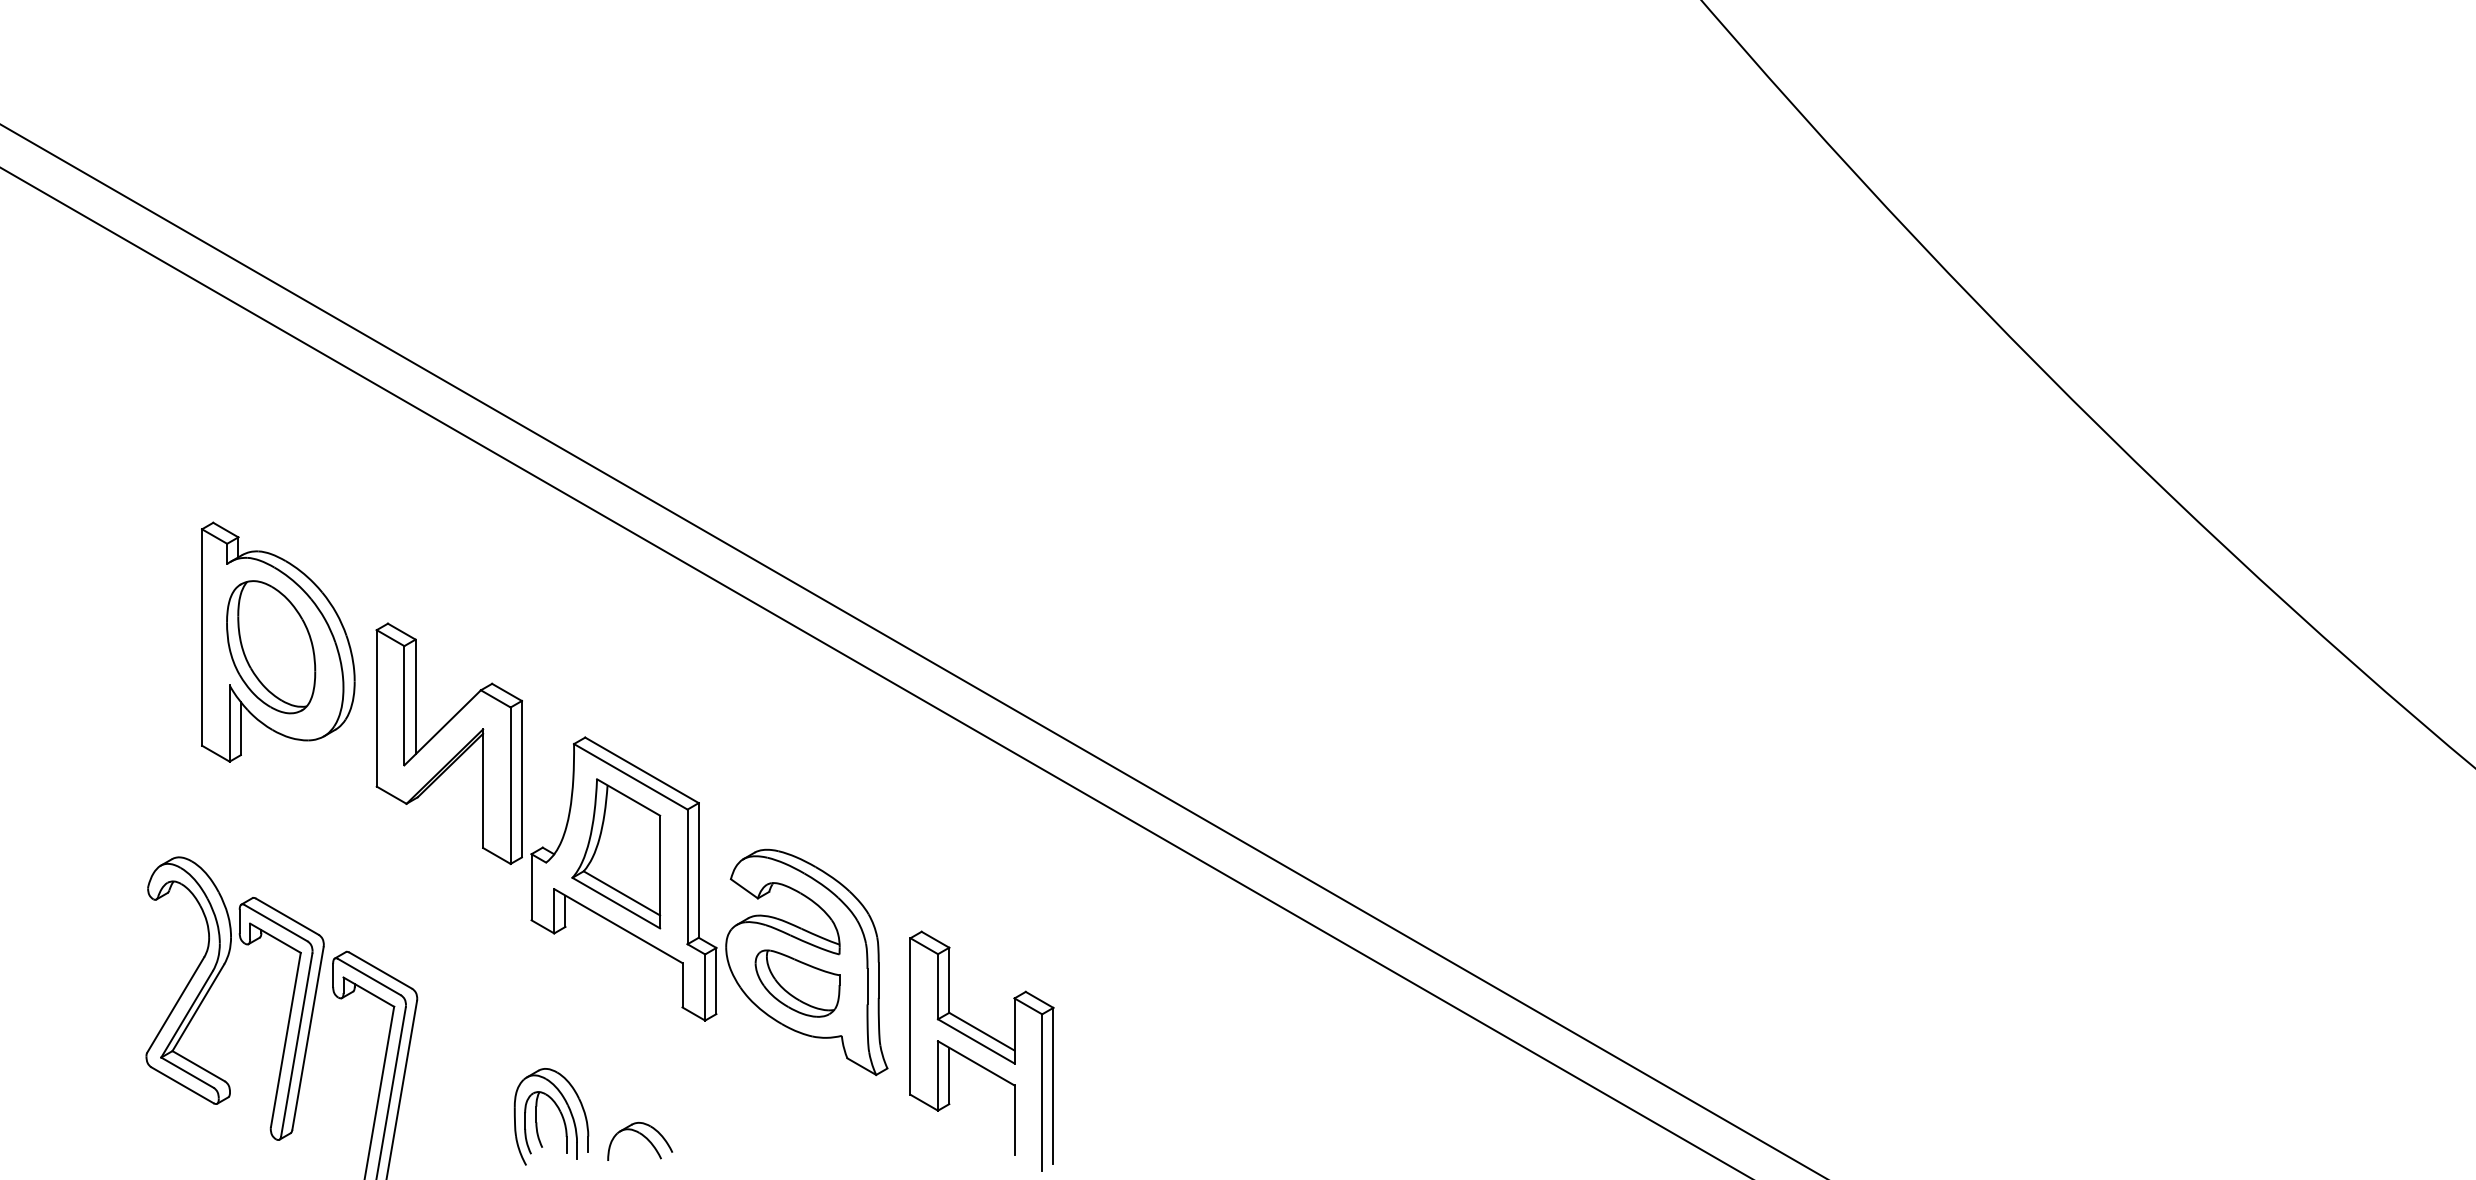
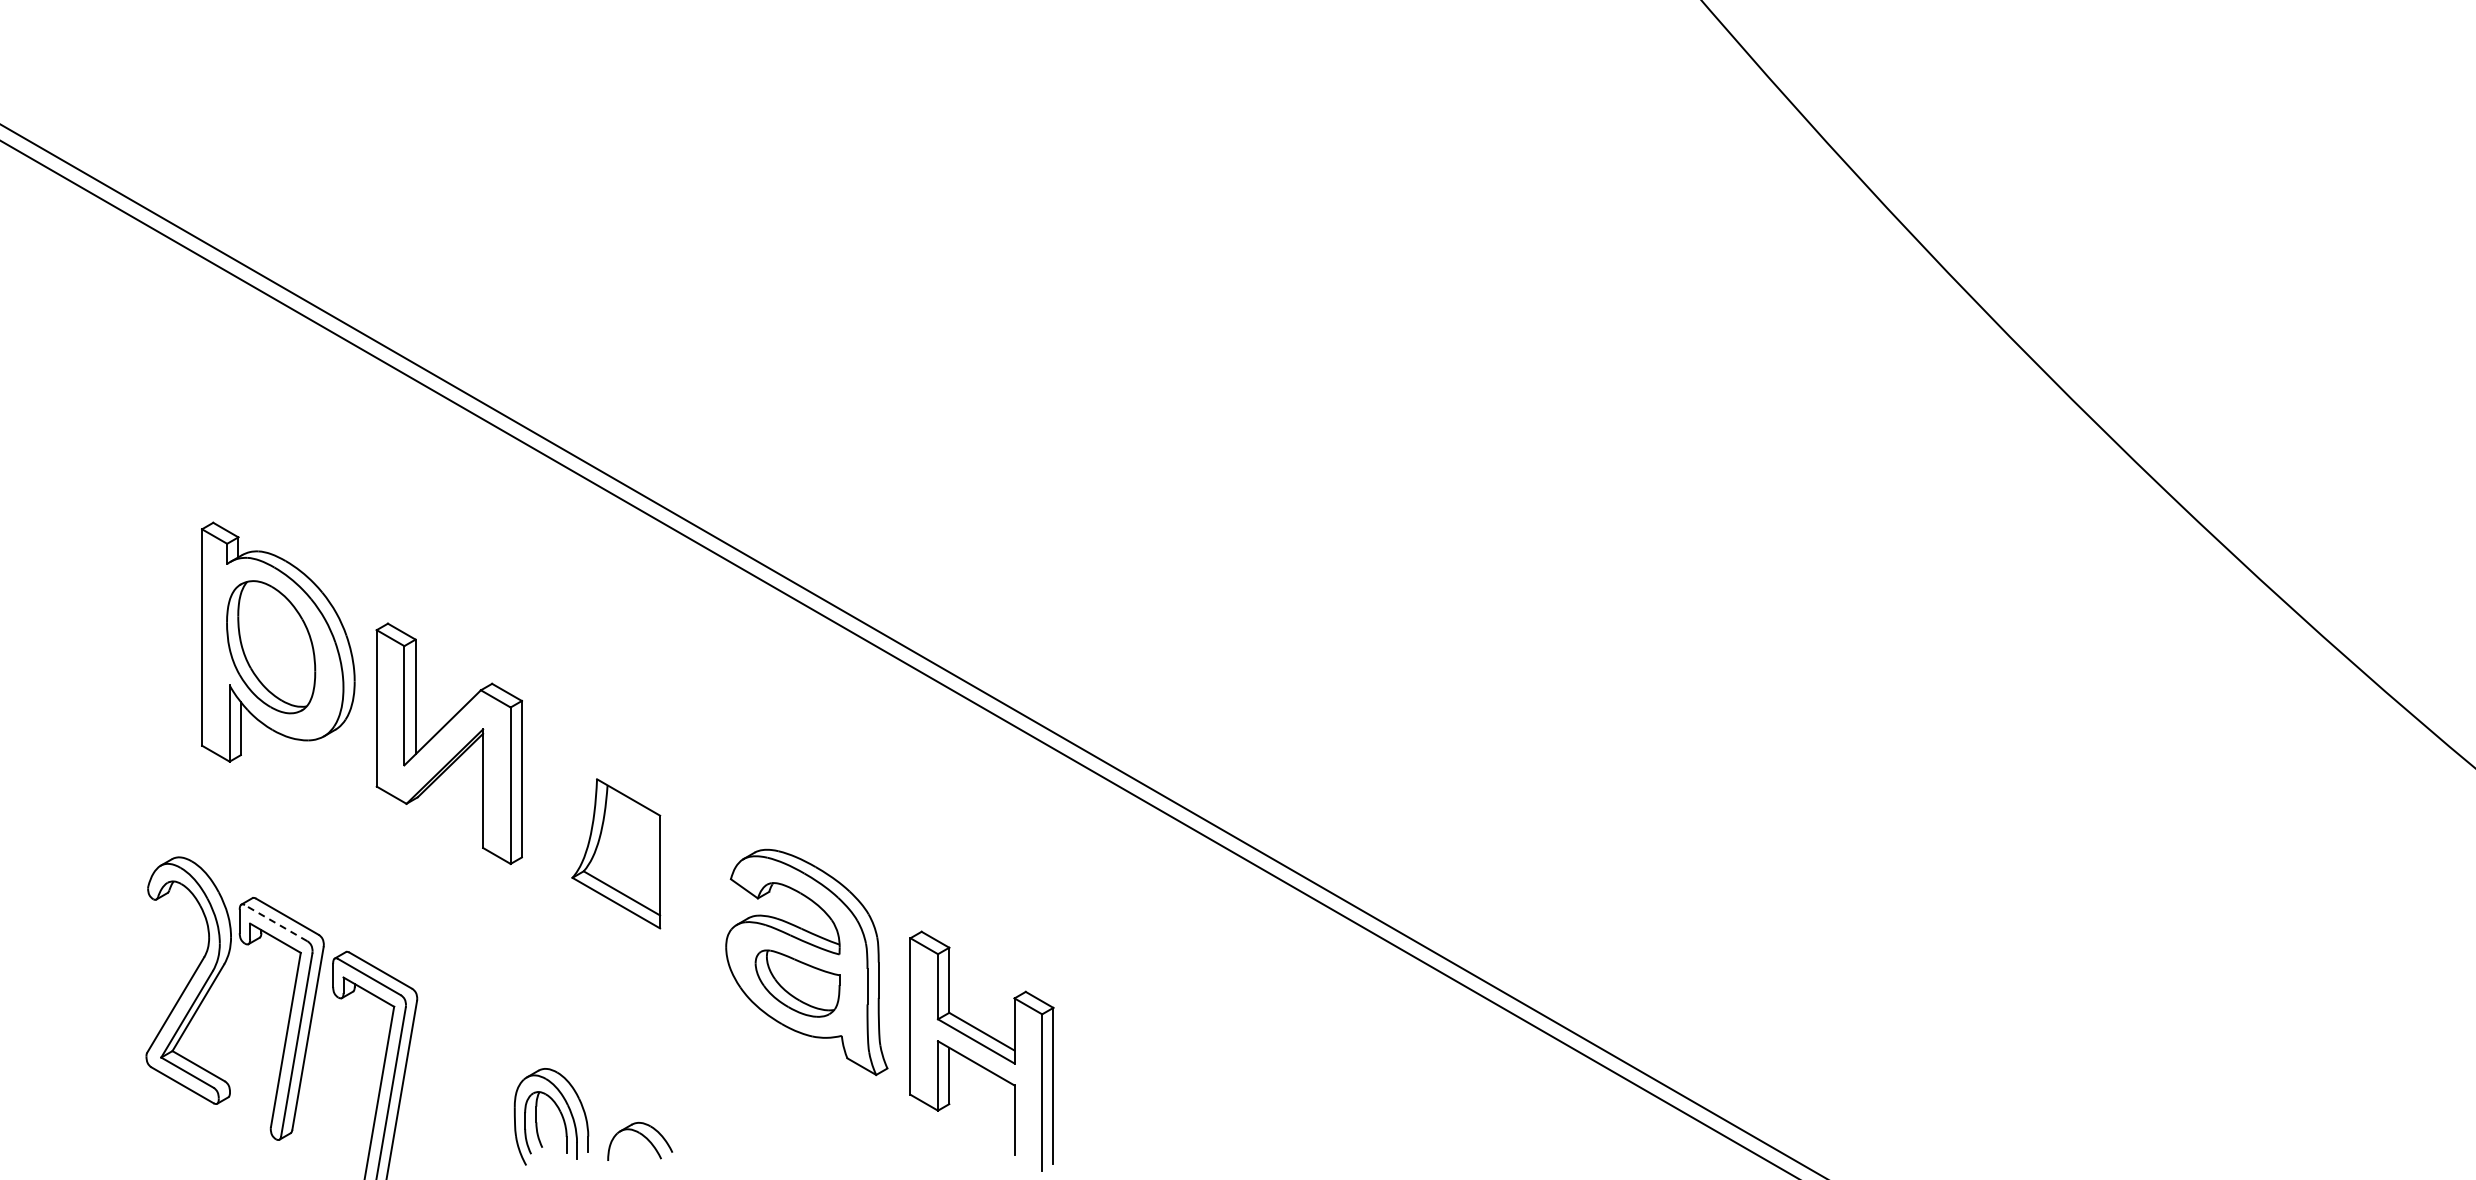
line at (875, 672) position: (875, 672) -> (898, 658)
part at (623, 878): present -> none
line at (275, 922): solid -> dashed
